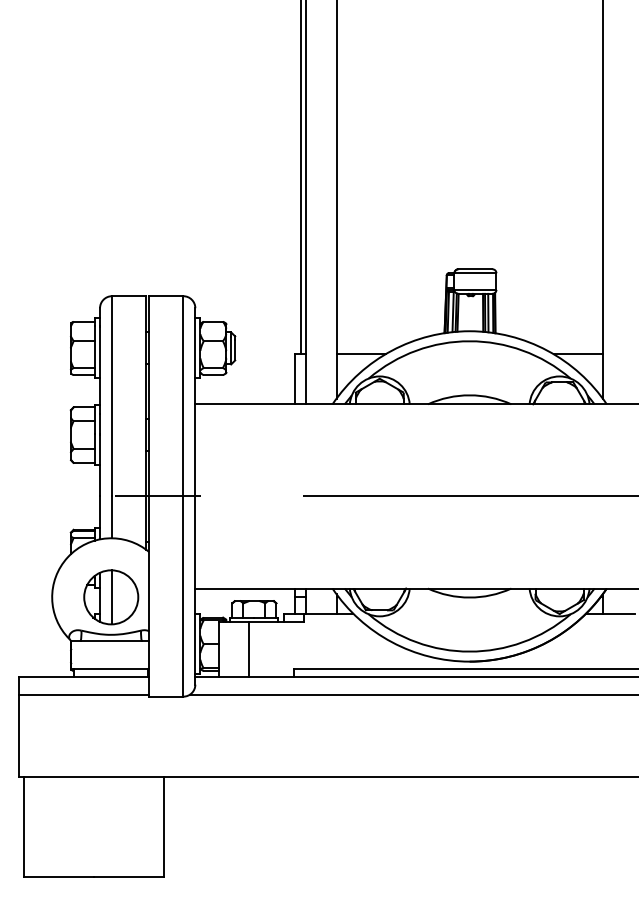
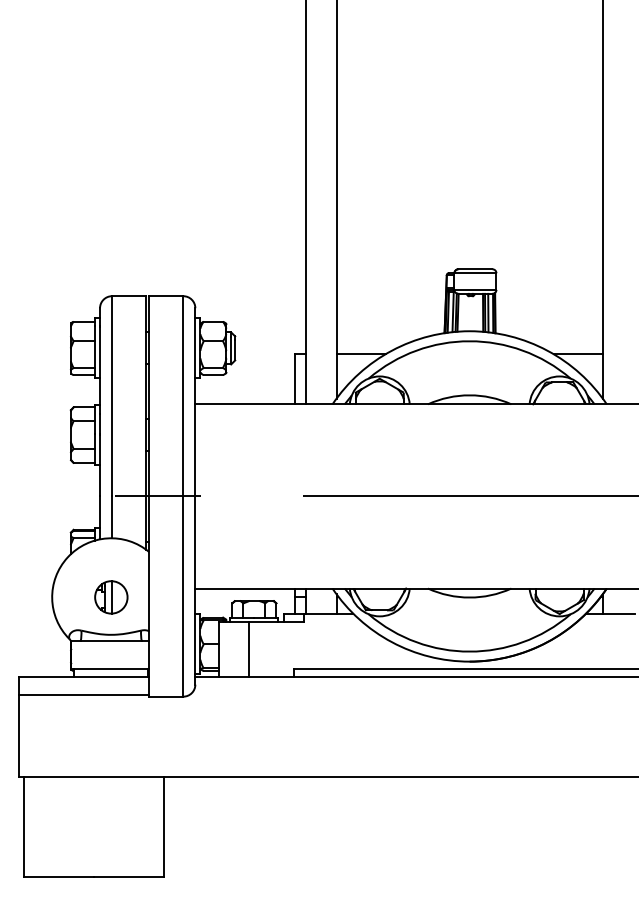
line at (301, 178): present -> none
part at (111, 597) size: 57x57 px -> 35x35 px
line at (412, 694): present -> none
